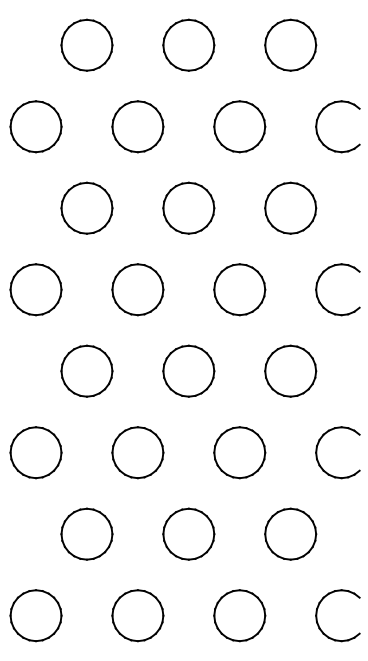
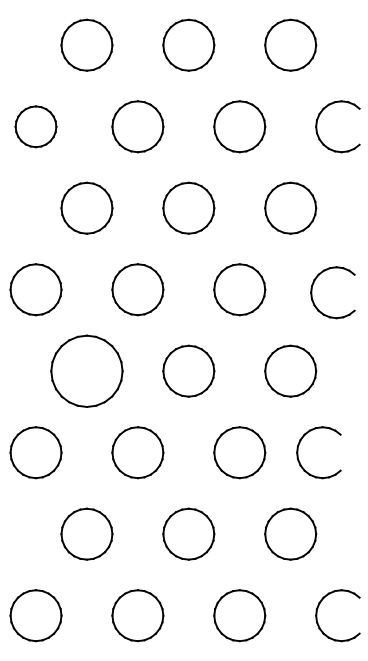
part at (35, 126) size: 54x54 px -> 44x44 px
part at (317, 289) position: (317, 289) -> (312, 292)
part at (86, 370) size: 54x54 px -> 74x74 px
part at (317, 452) position: (317, 452) -> (298, 452)
